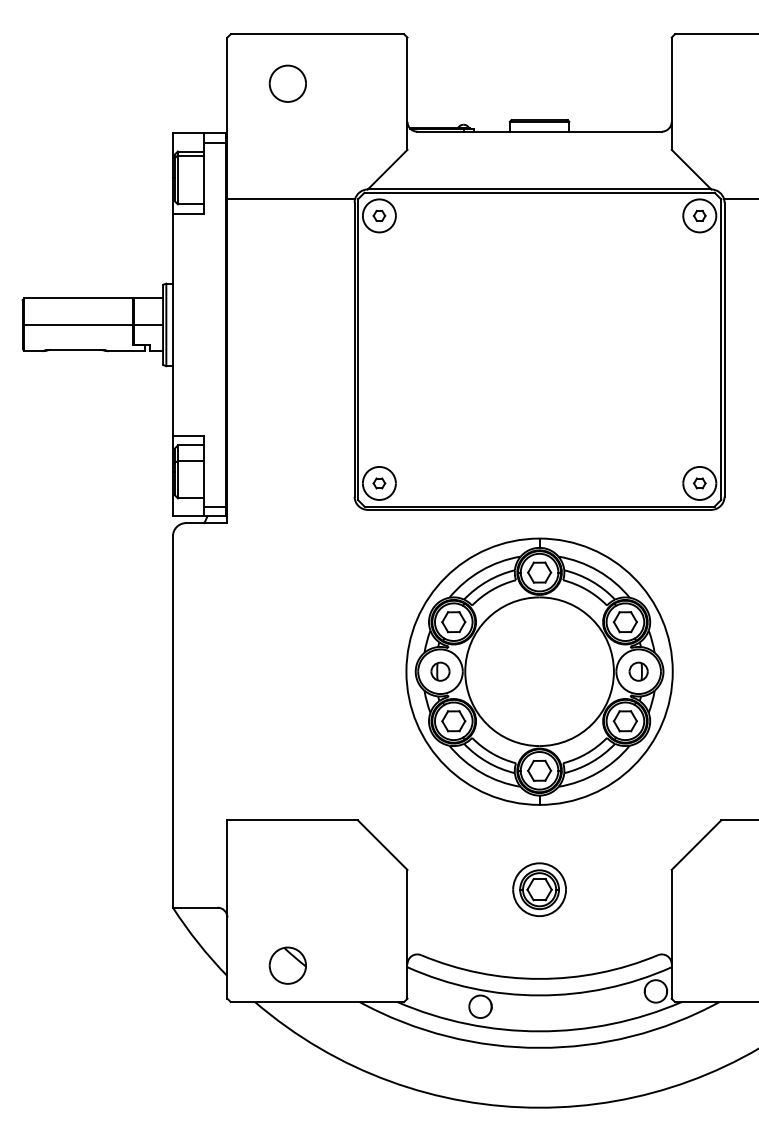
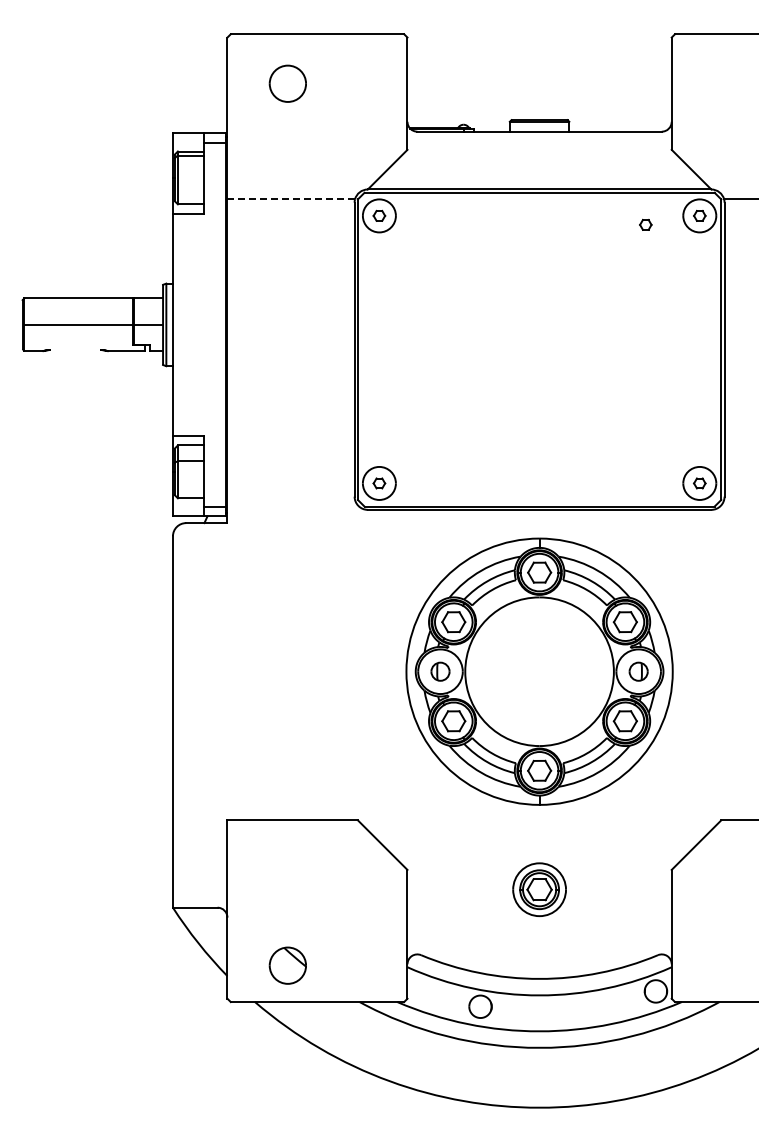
line at (291, 199): solid -> dashed
part at (645, 224): none -> present
line at (75, 350): present -> none
